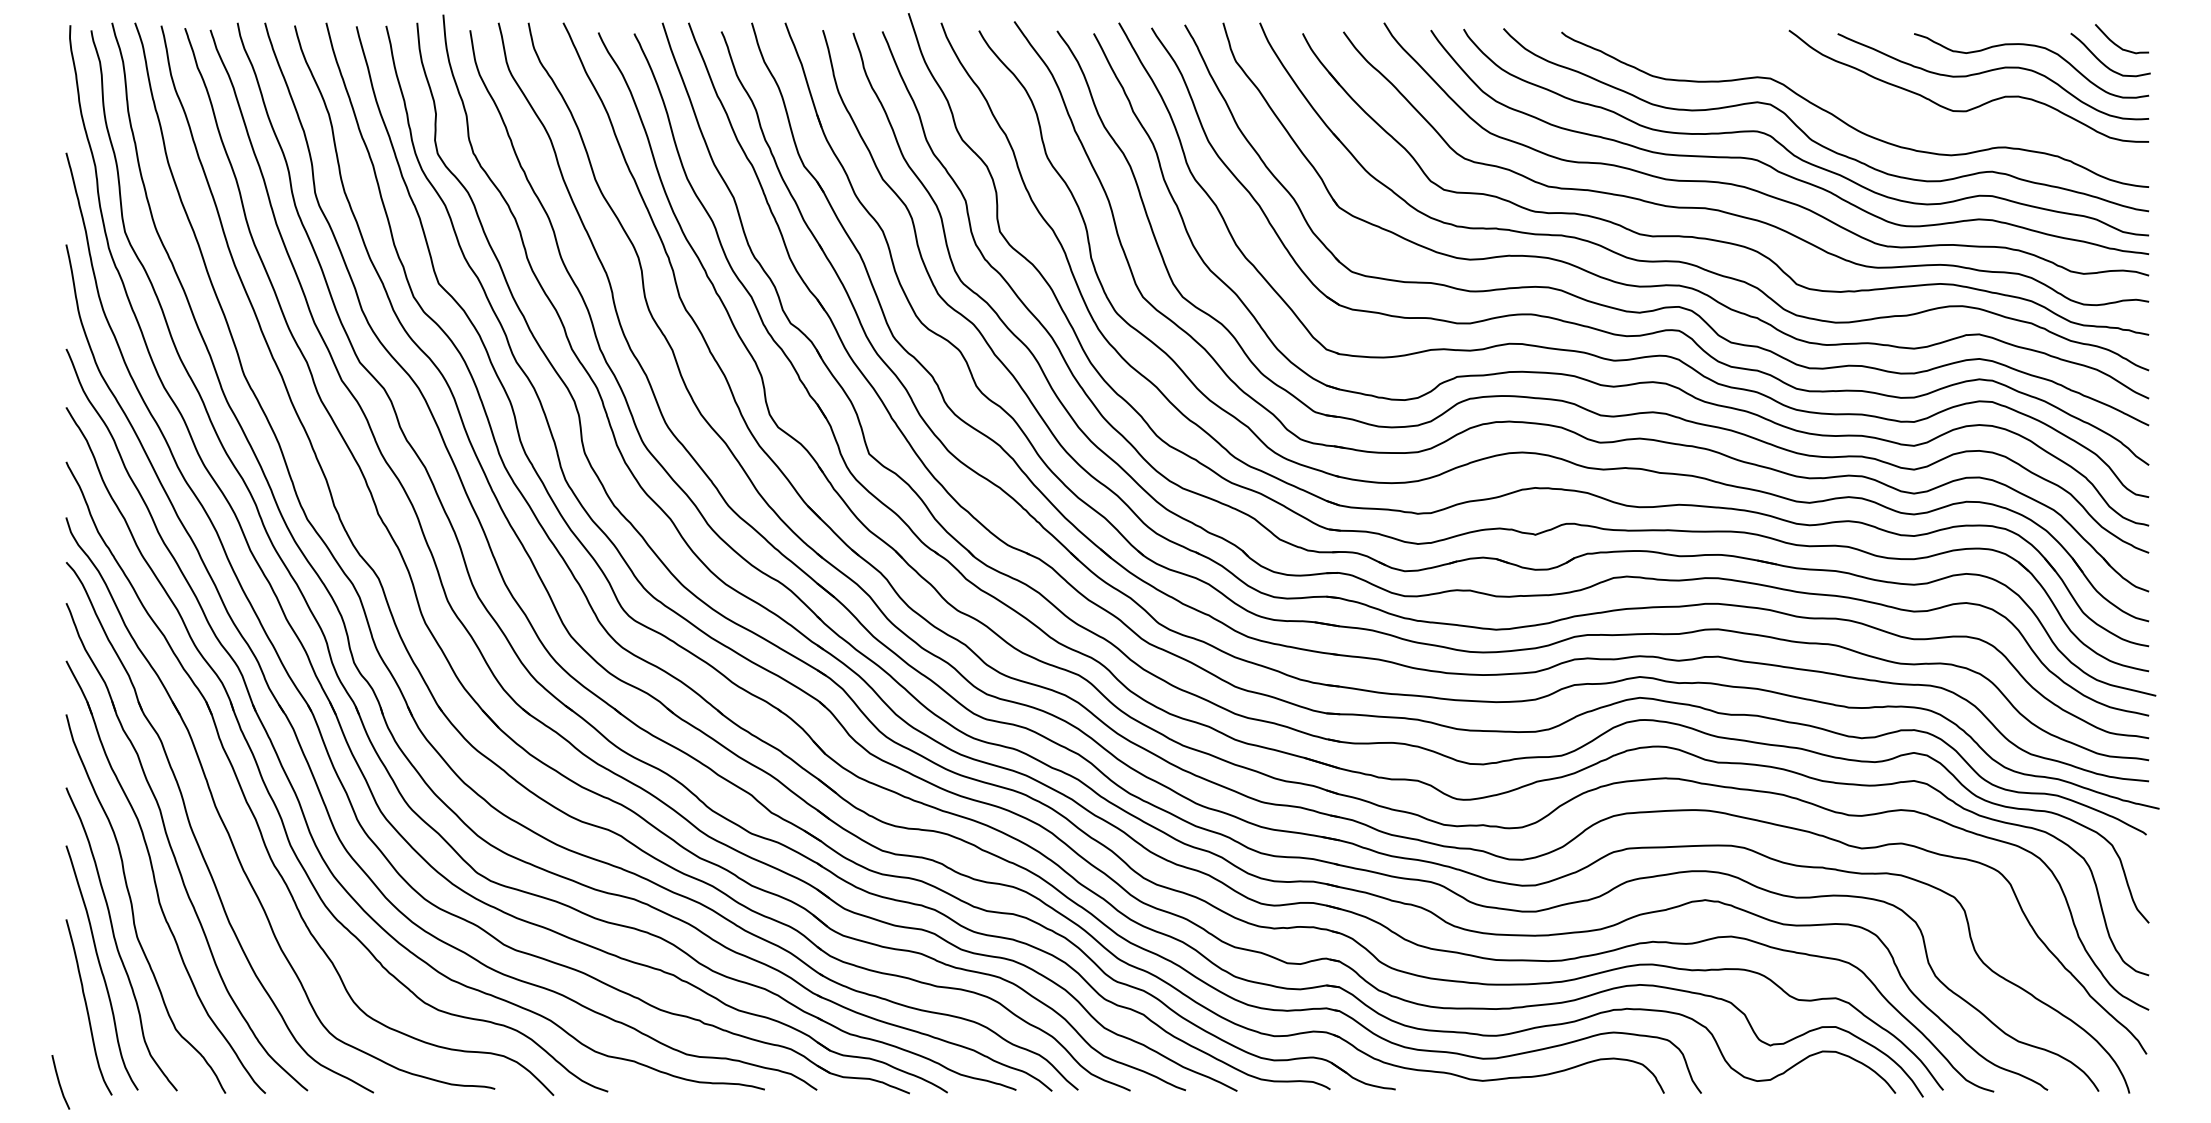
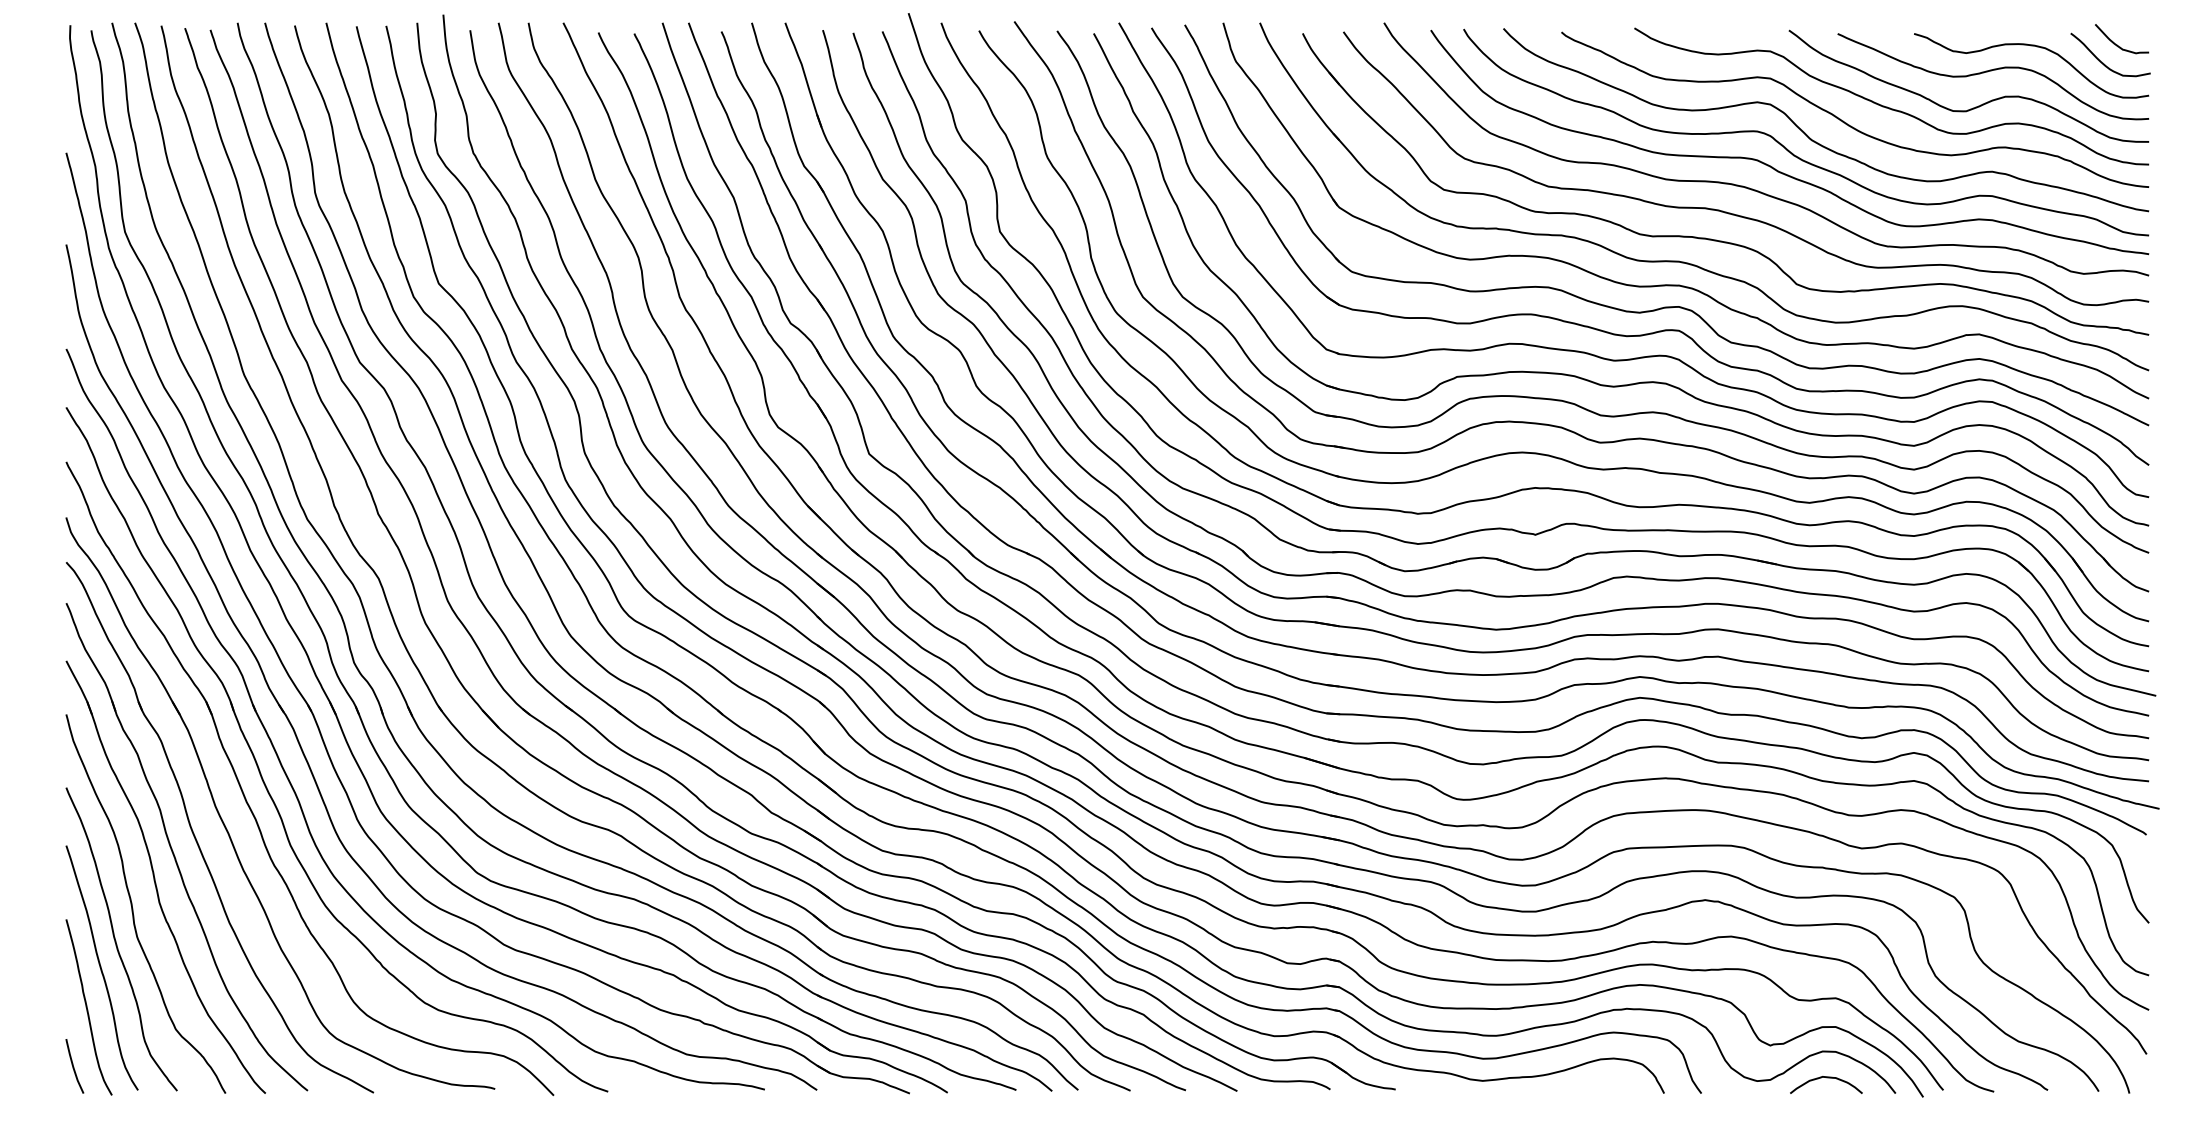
curve at (1887, 106): none -> present
curve at (1826, 1078): none -> present
curve at (59, 1082) position: (59, 1082) -> (73, 1066)
